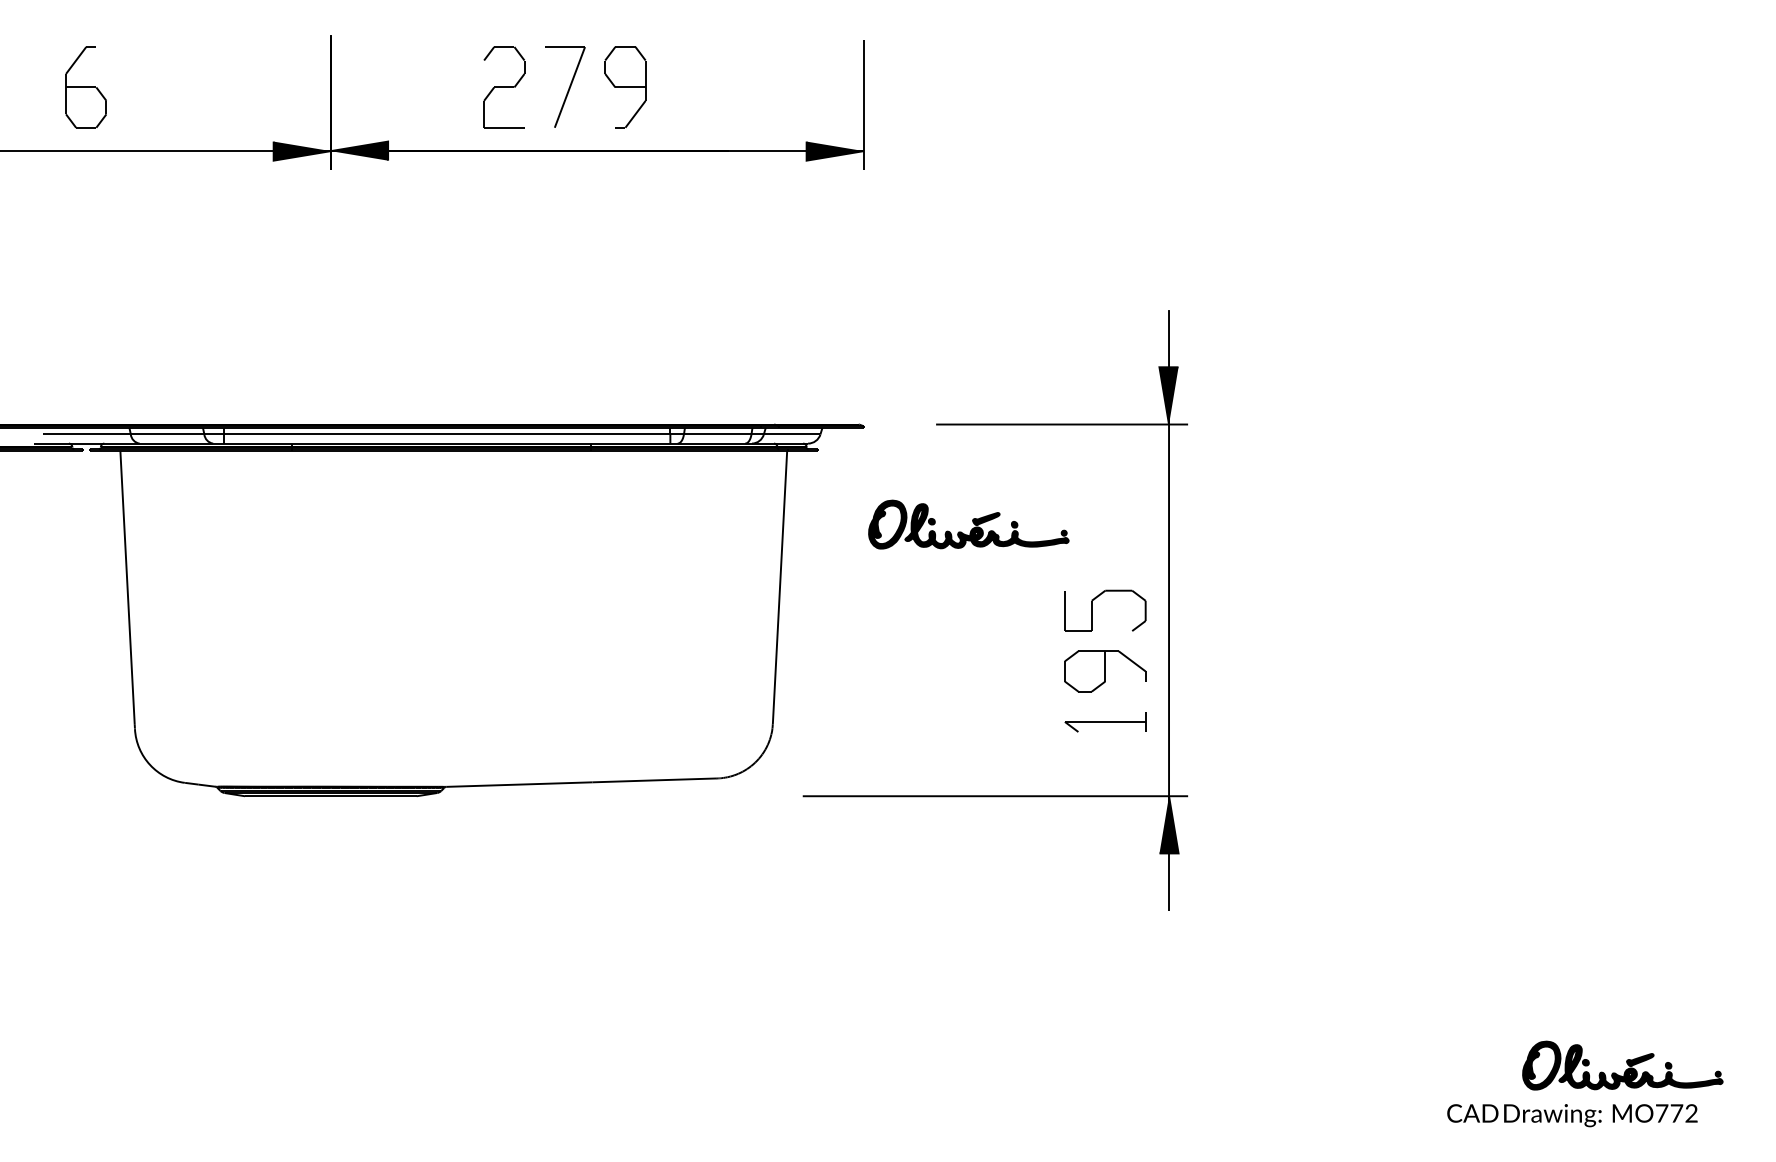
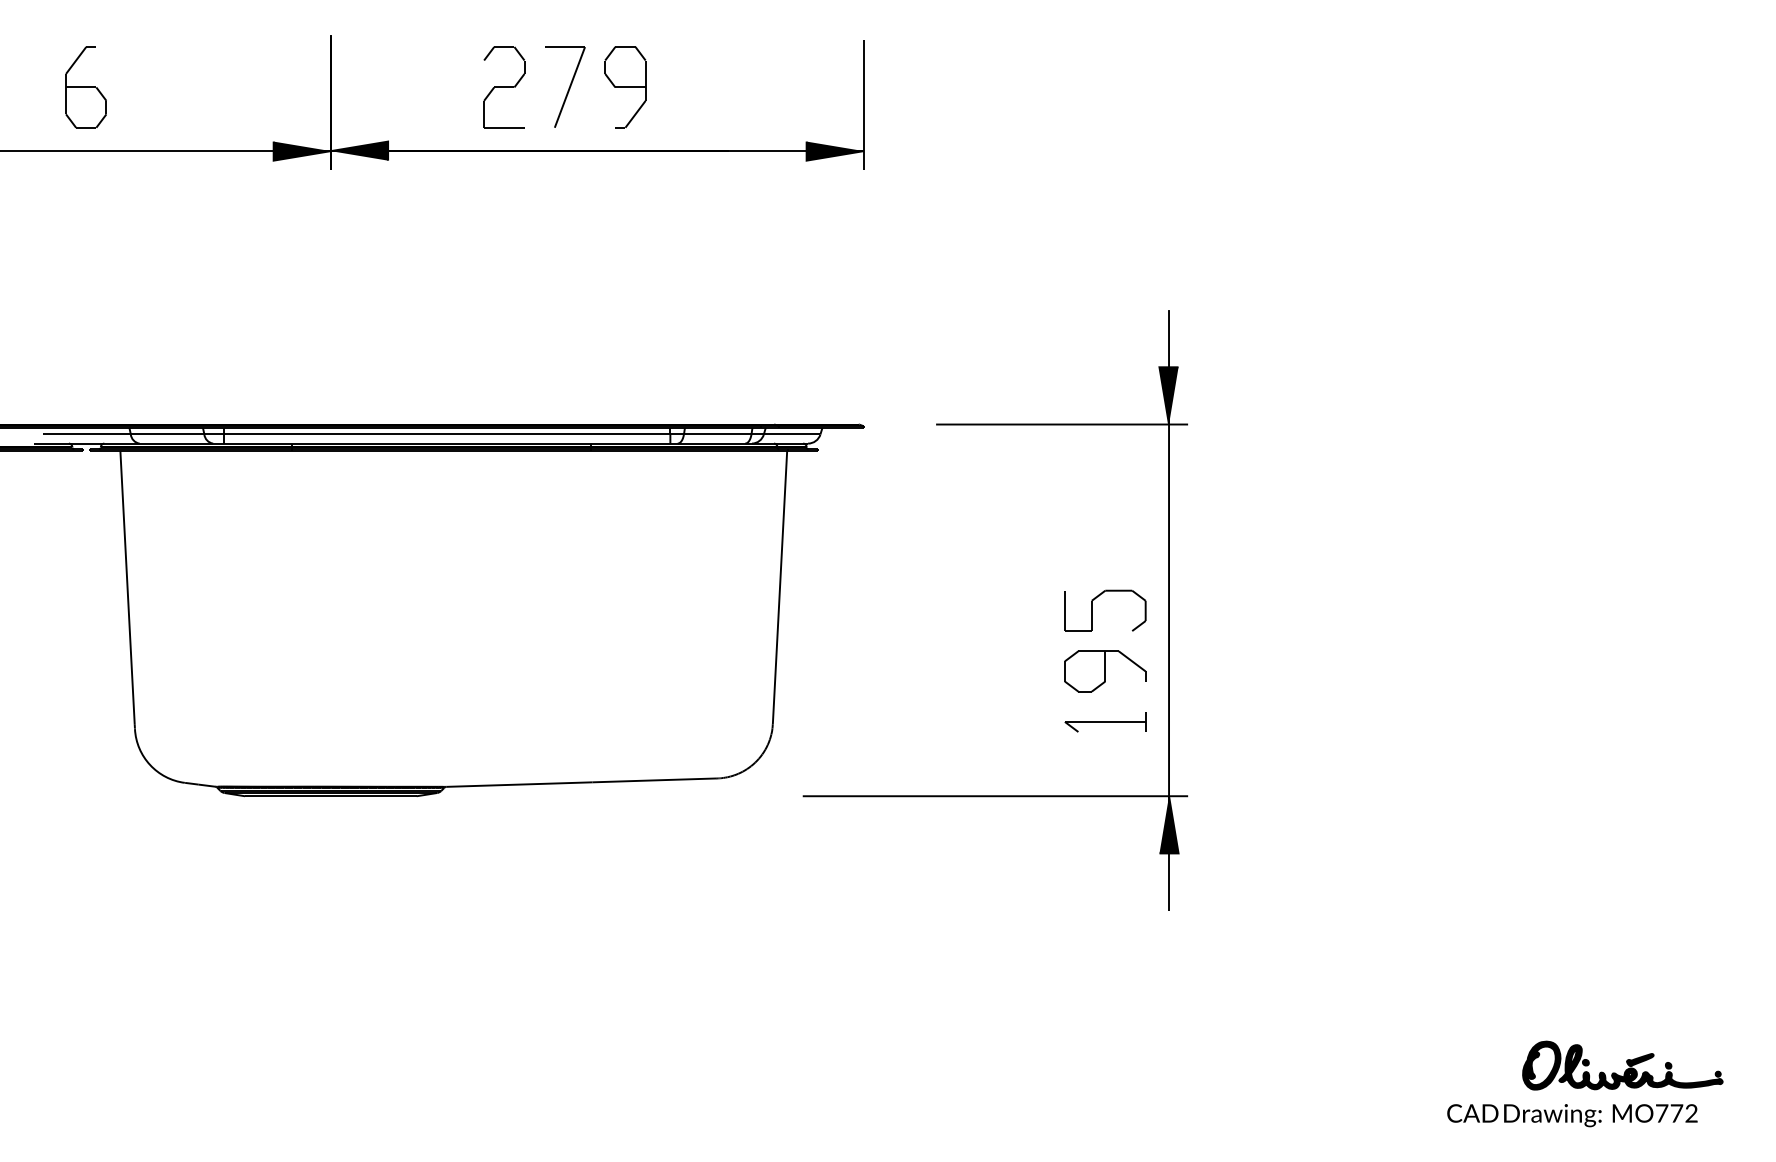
part at (968, 524): present -> none
